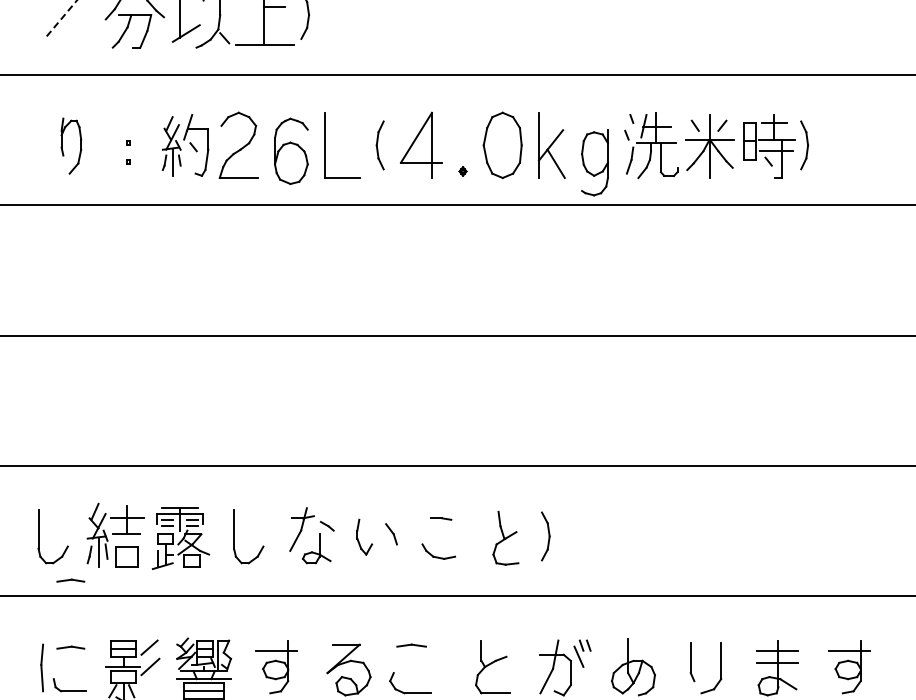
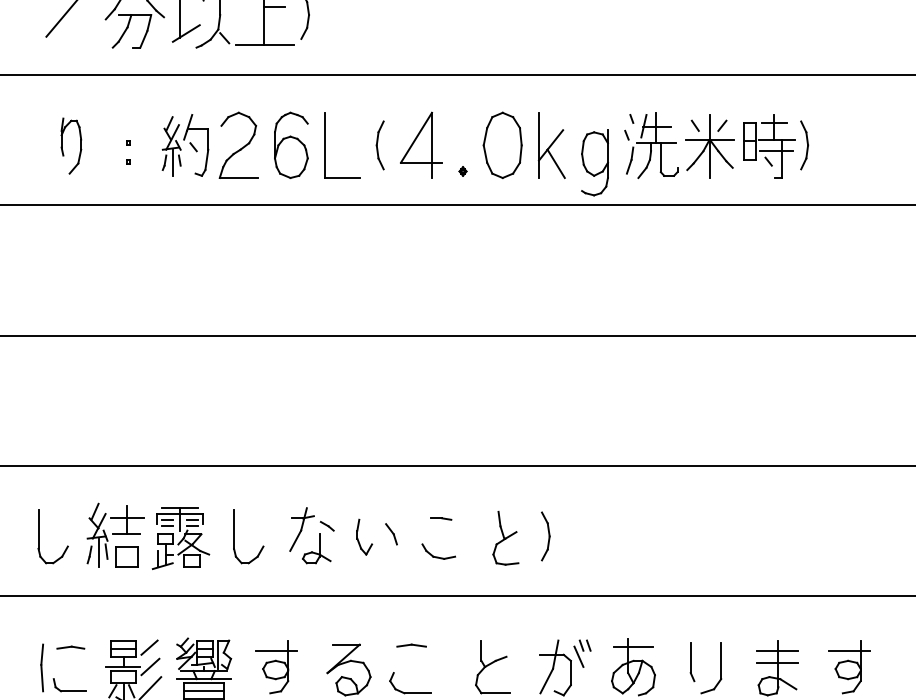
line at (61, 18): dashed -> solid
part at (291, 150) position: (291, 150) -> (291, 144)
part at (70, 580): present -> none
line at (633, 646): none -> present
line at (151, 686): none -> present
